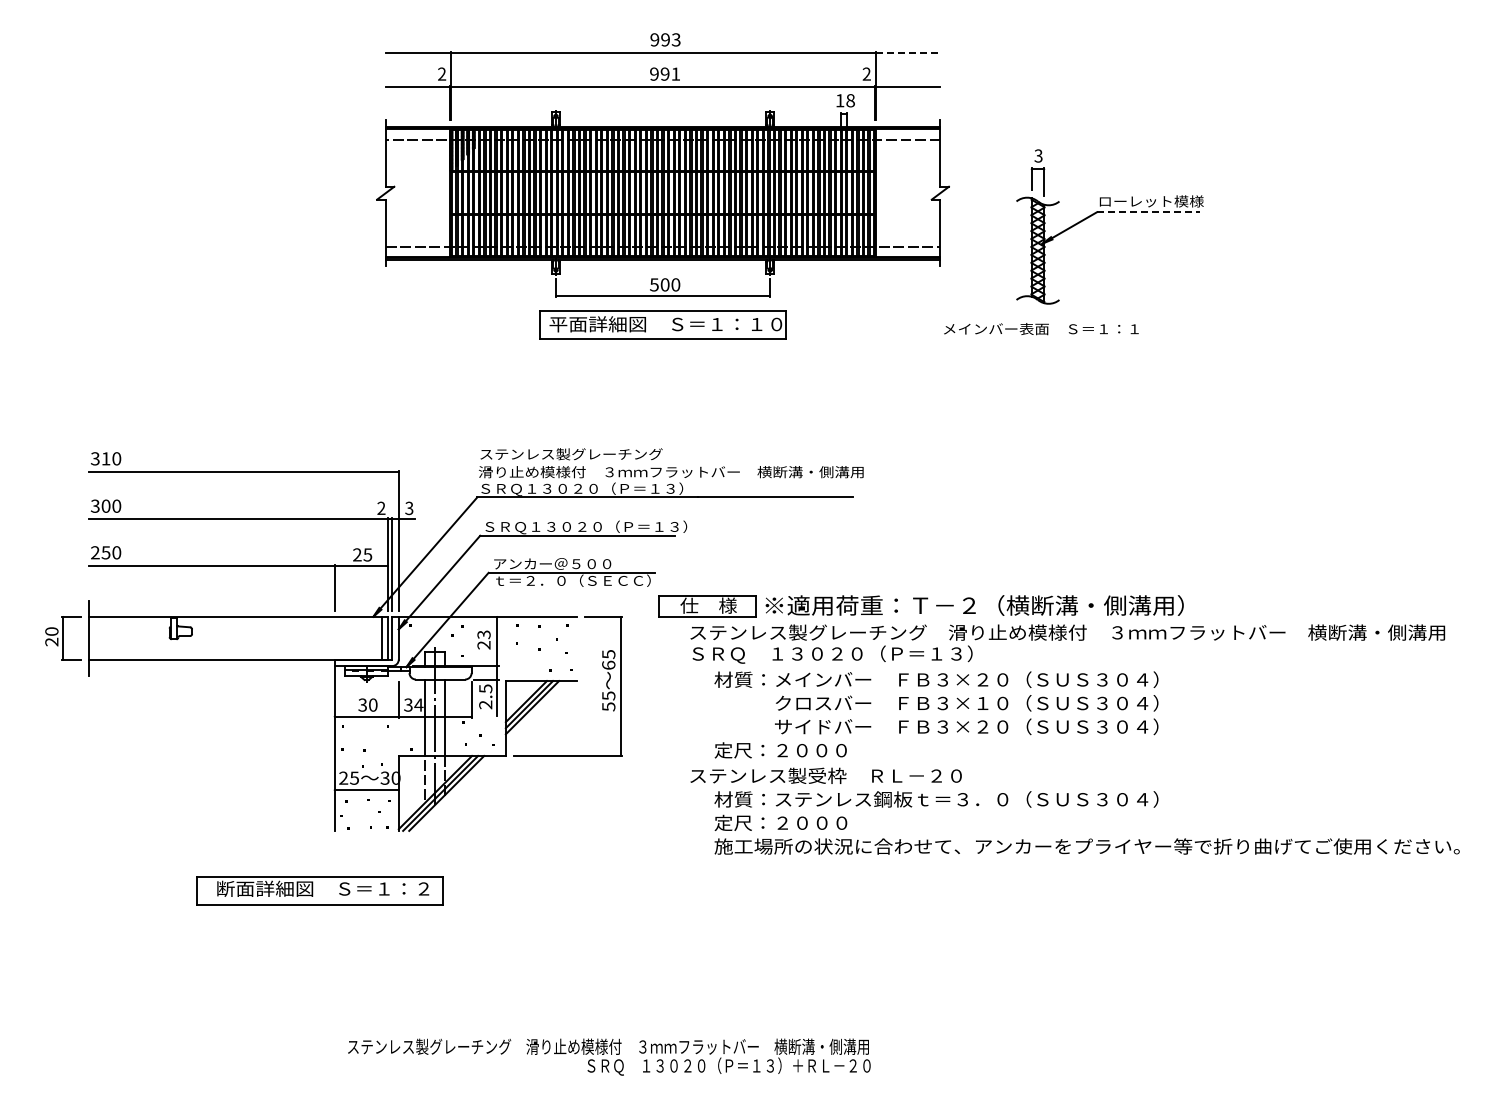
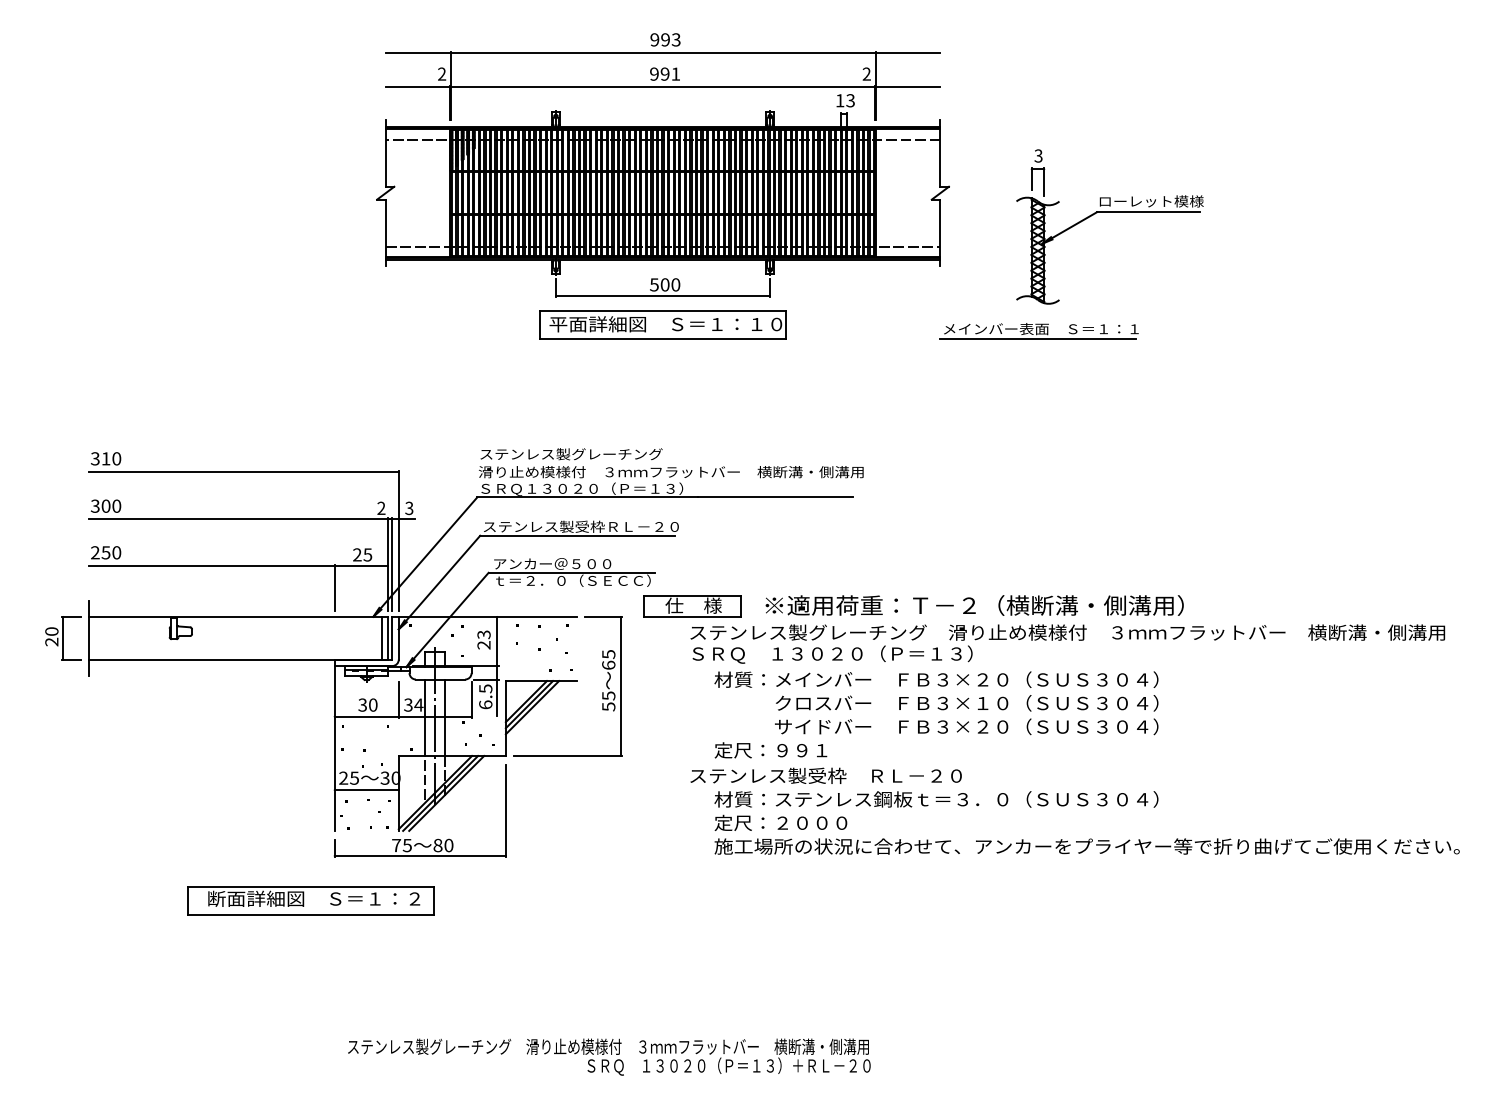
line at (908, 53): dashed -> solid
text at (850, 100): 18 -> 13
line at (1148, 212): dashed -> solid
line at (1037, 338): none -> present
text at (585, 527): ＳＲＱ１３０２０（Ｐ＝１３） -> ステンレス製受枠ＲＬ－２０
part at (707, 606) position: (707, 606) -> (692, 606)
text at (485, 704): 2.5 -> 6.5
text at (811, 750): 定尺：２０００ -> 定尺：９９１
part at (411, 839): none -> present
part at (319, 890) position: (319, 890) -> (310, 900)
